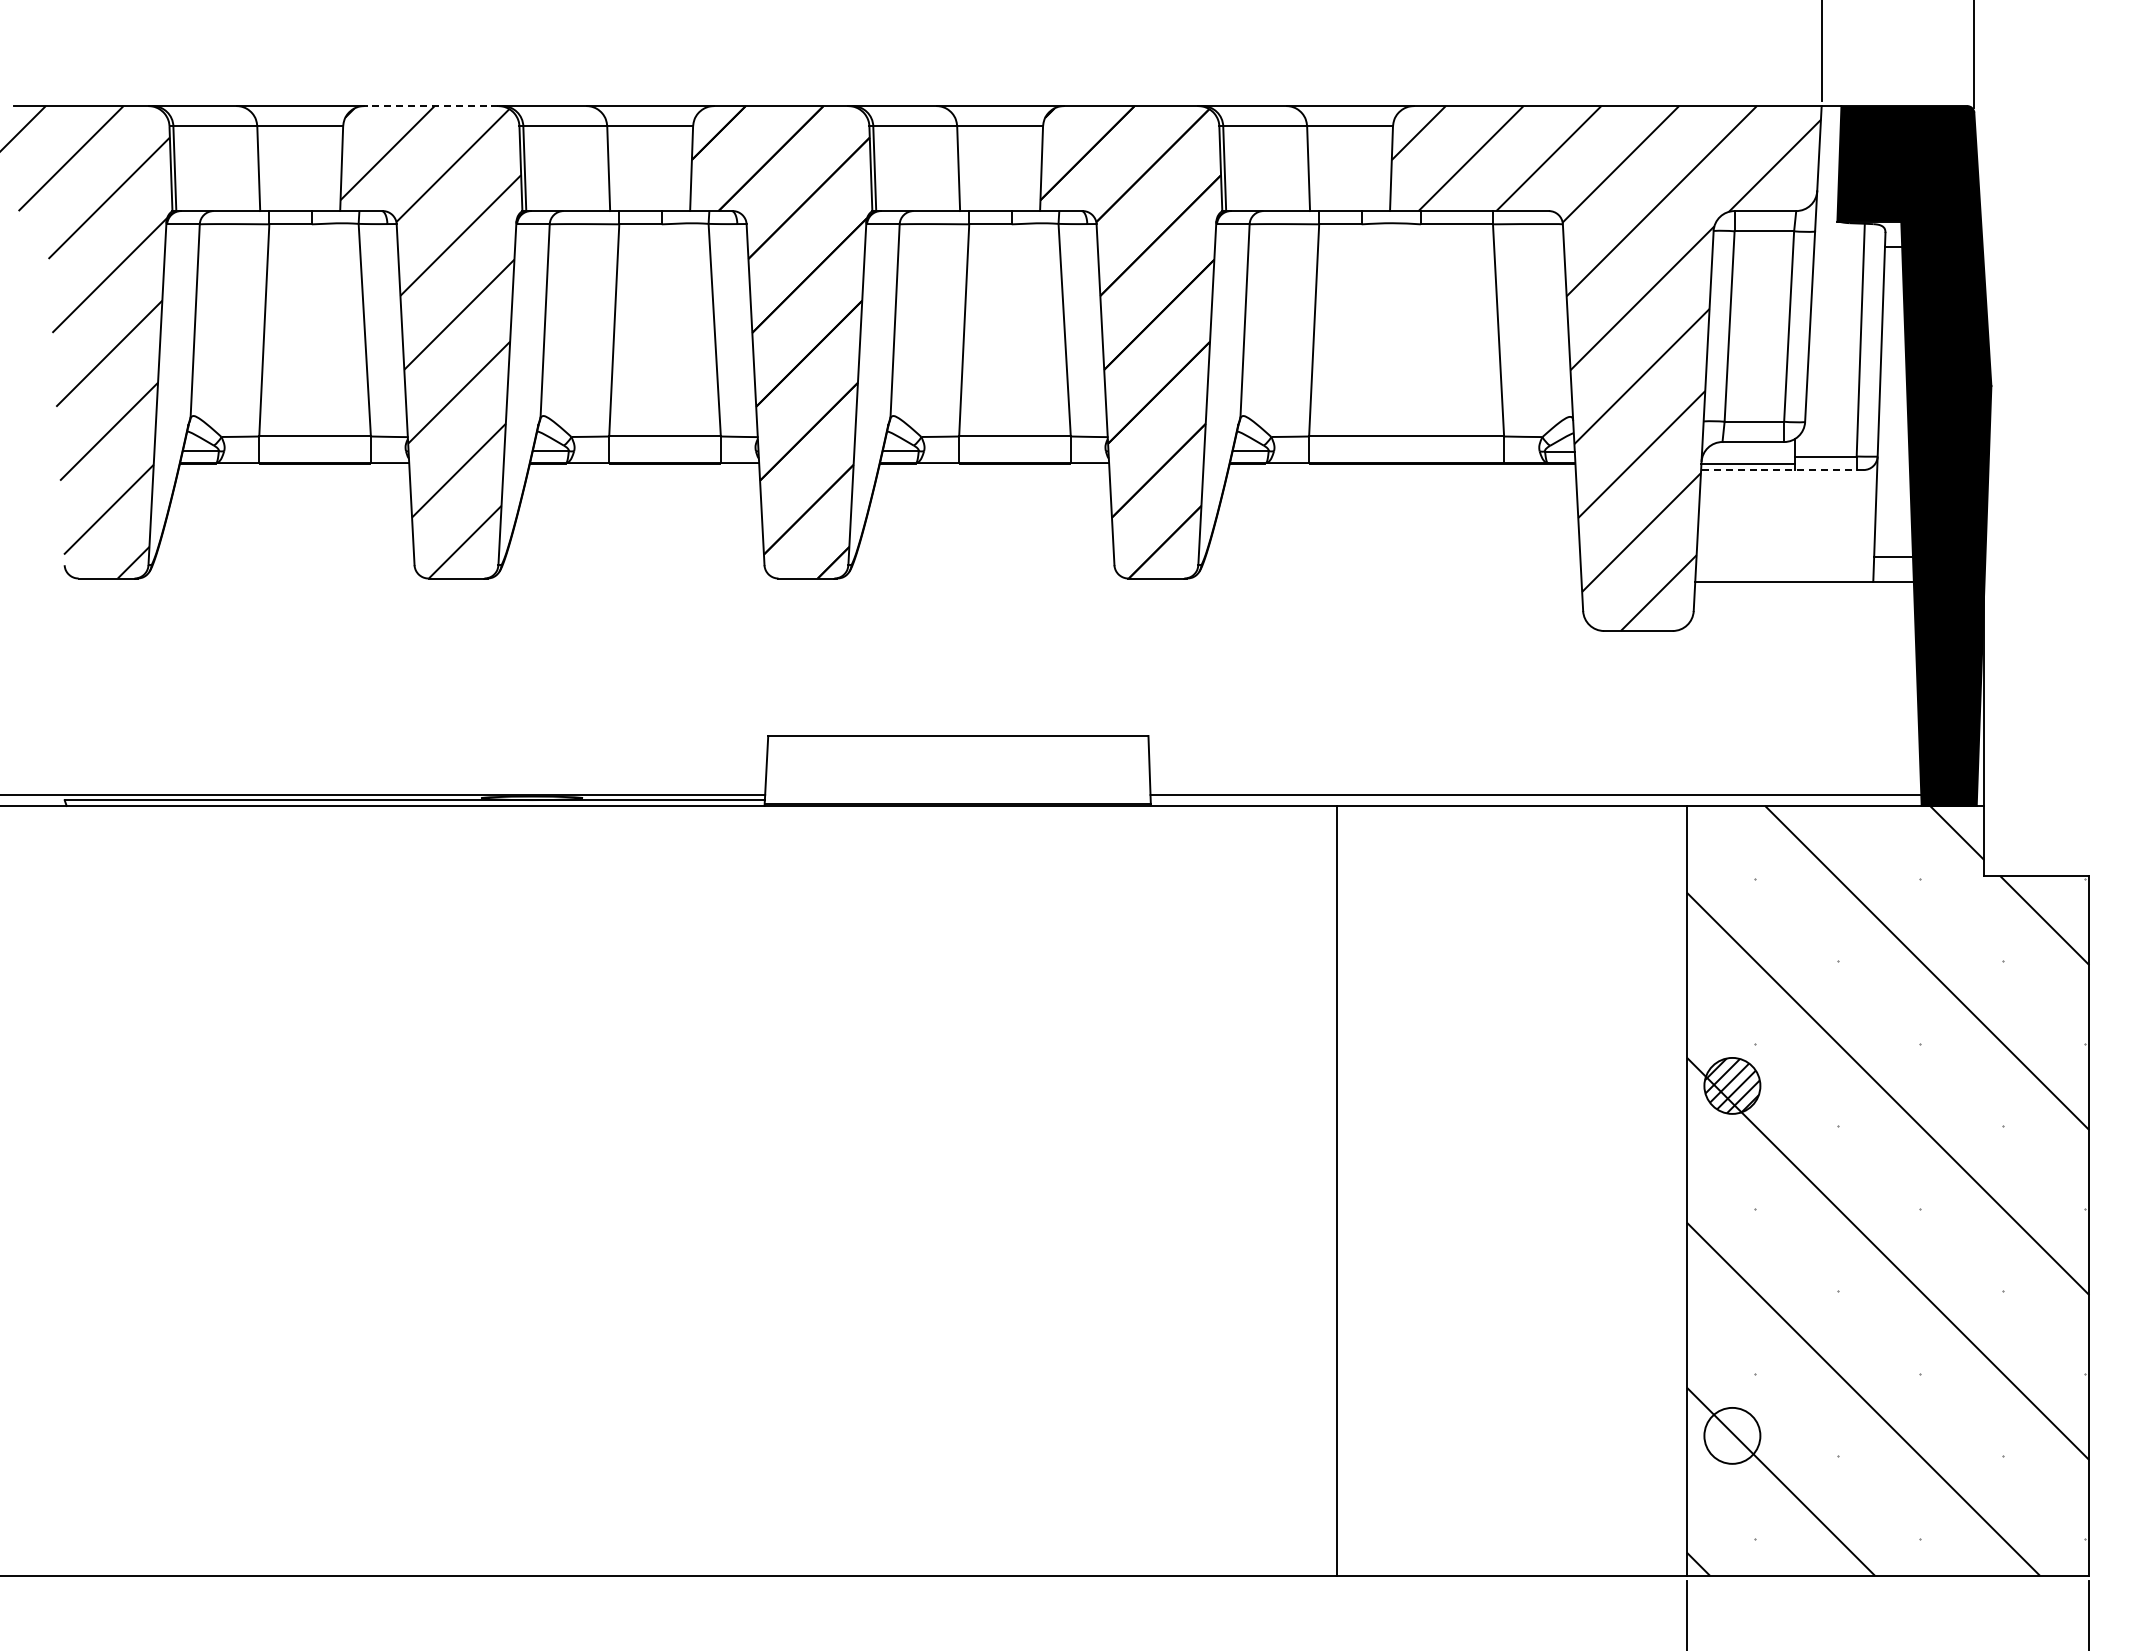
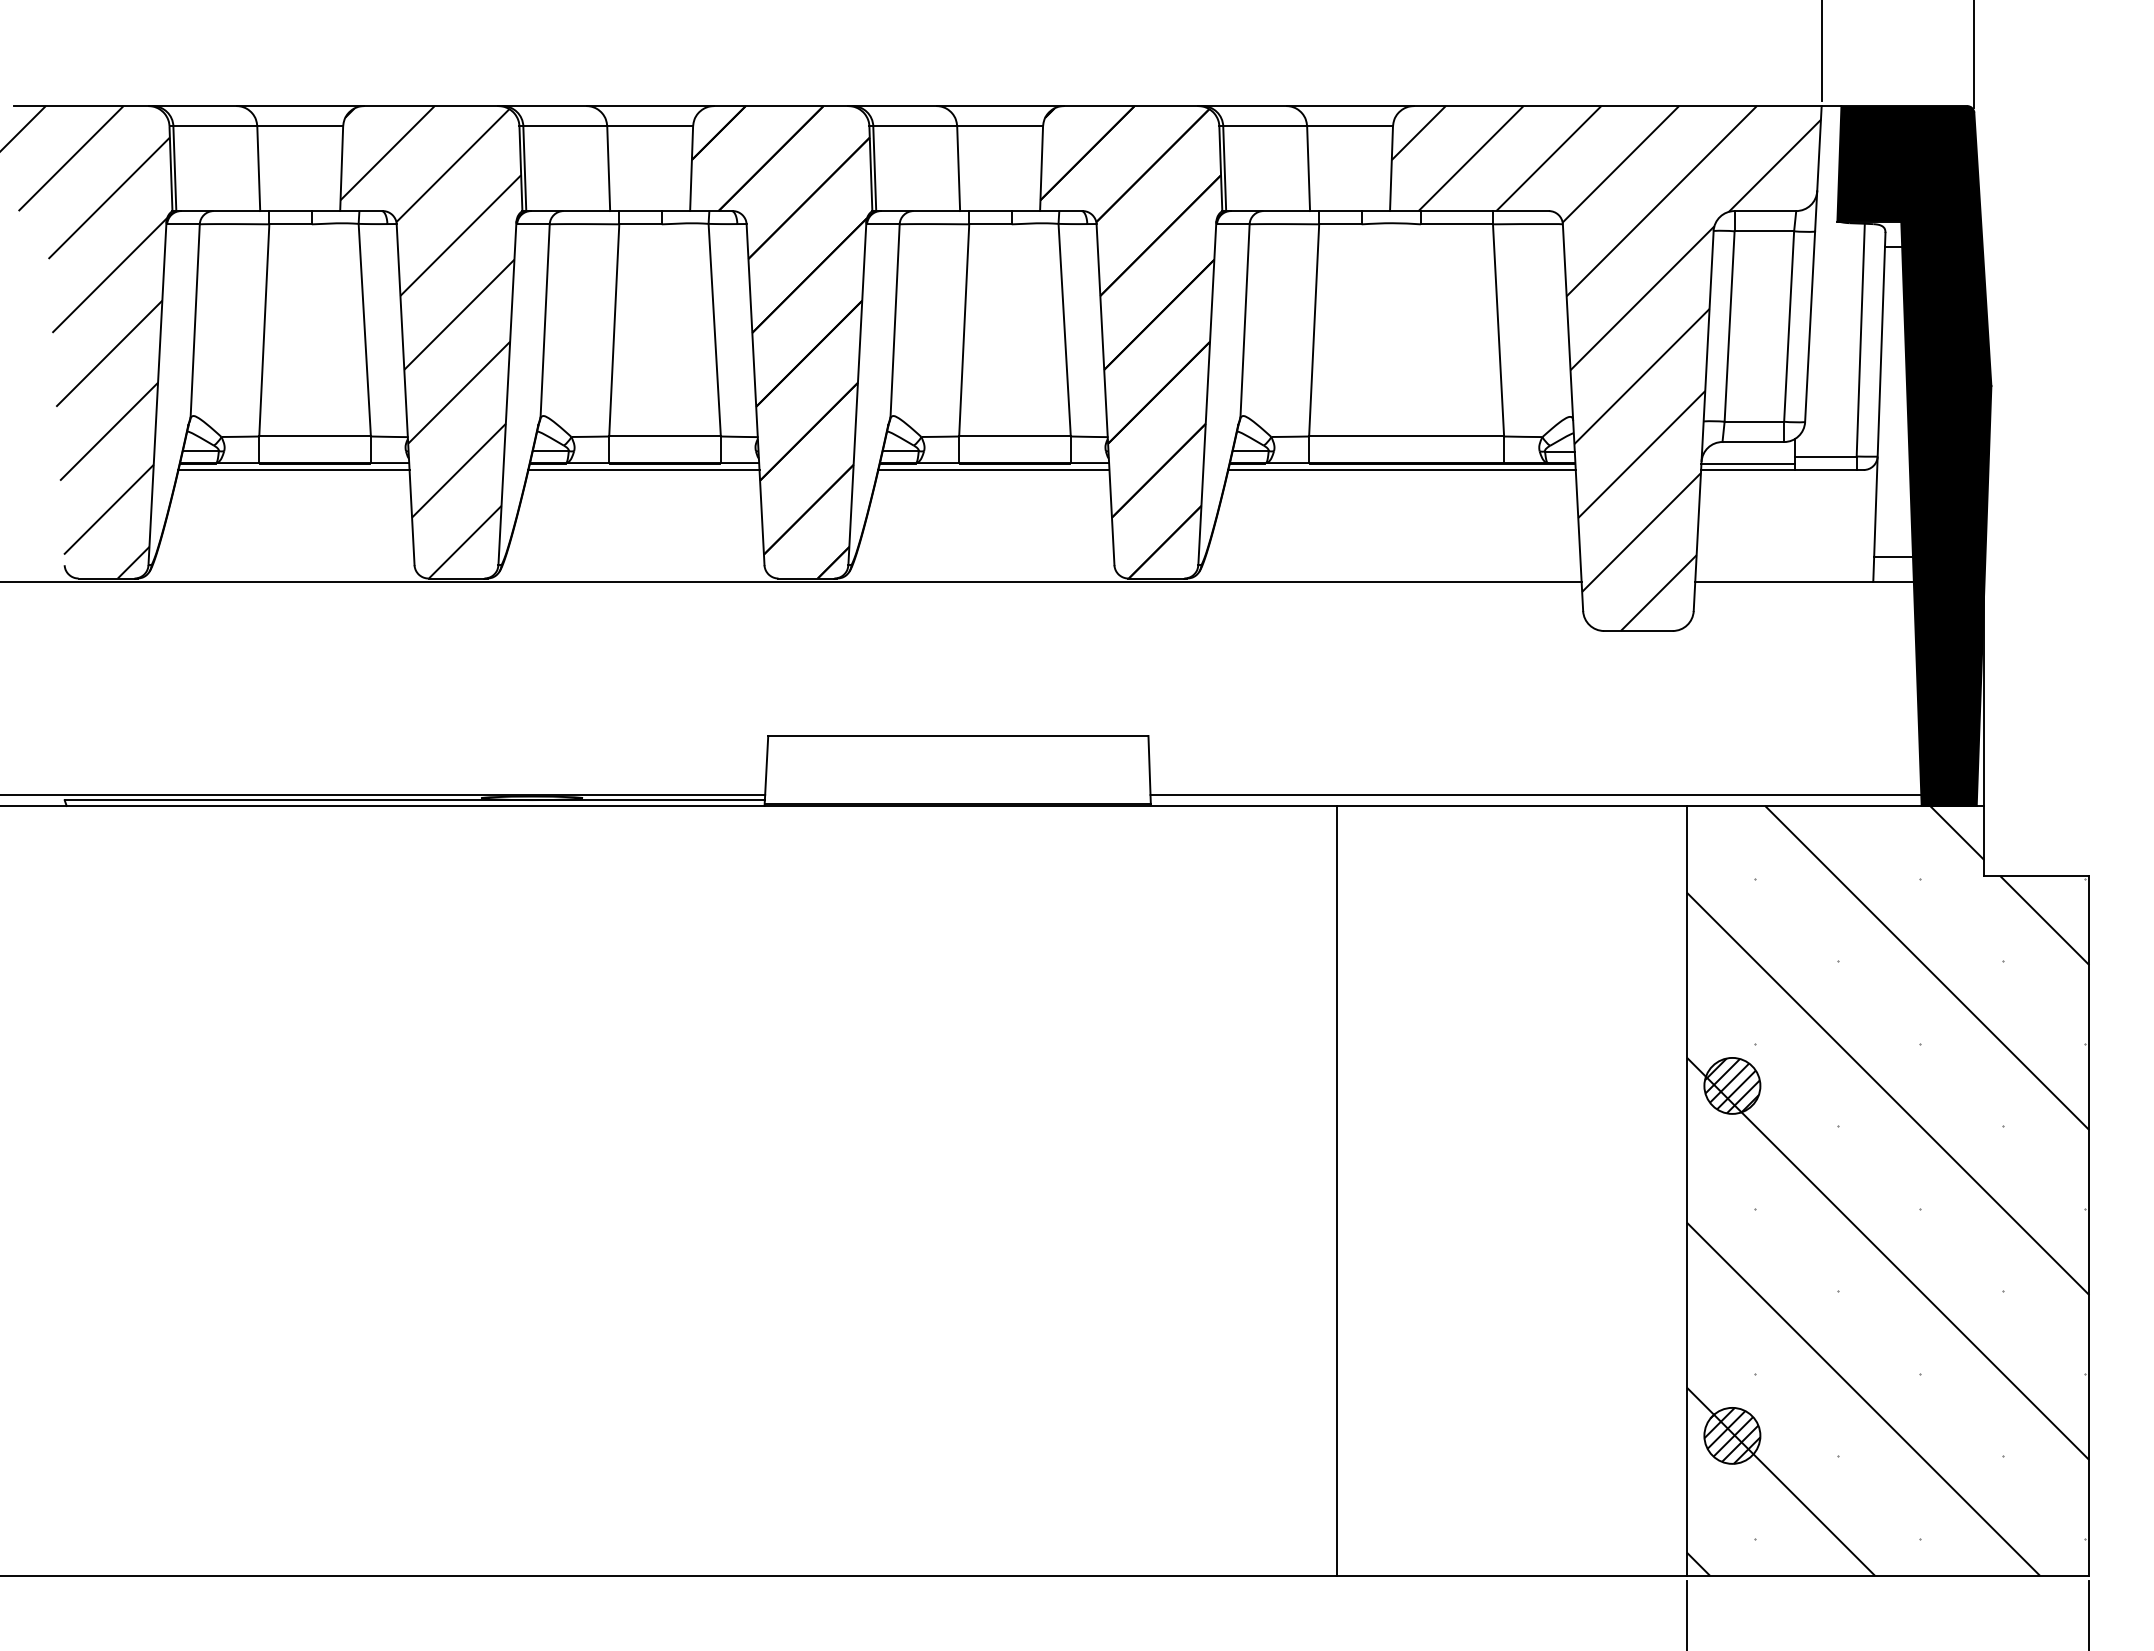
line at (430, 106): dashed -> solid
line at (293, 470): none -> present
line at (643, 470): none -> present
line at (993, 470): none -> present
line at (1401, 470): none -> present
line at (1781, 470): dashed -> solid
line at (791, 582): none -> present
hatch at (1732, 1435): none -> present
